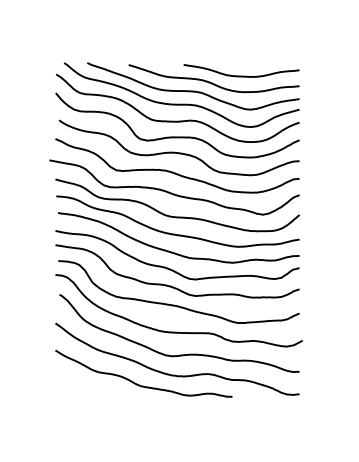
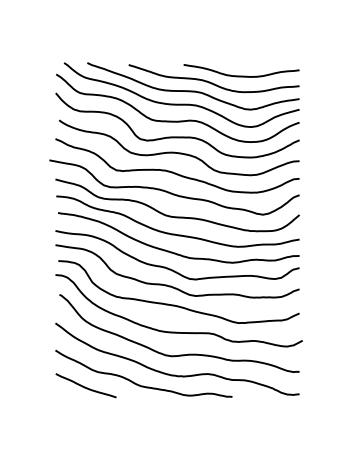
curve at (85, 386): none -> present
